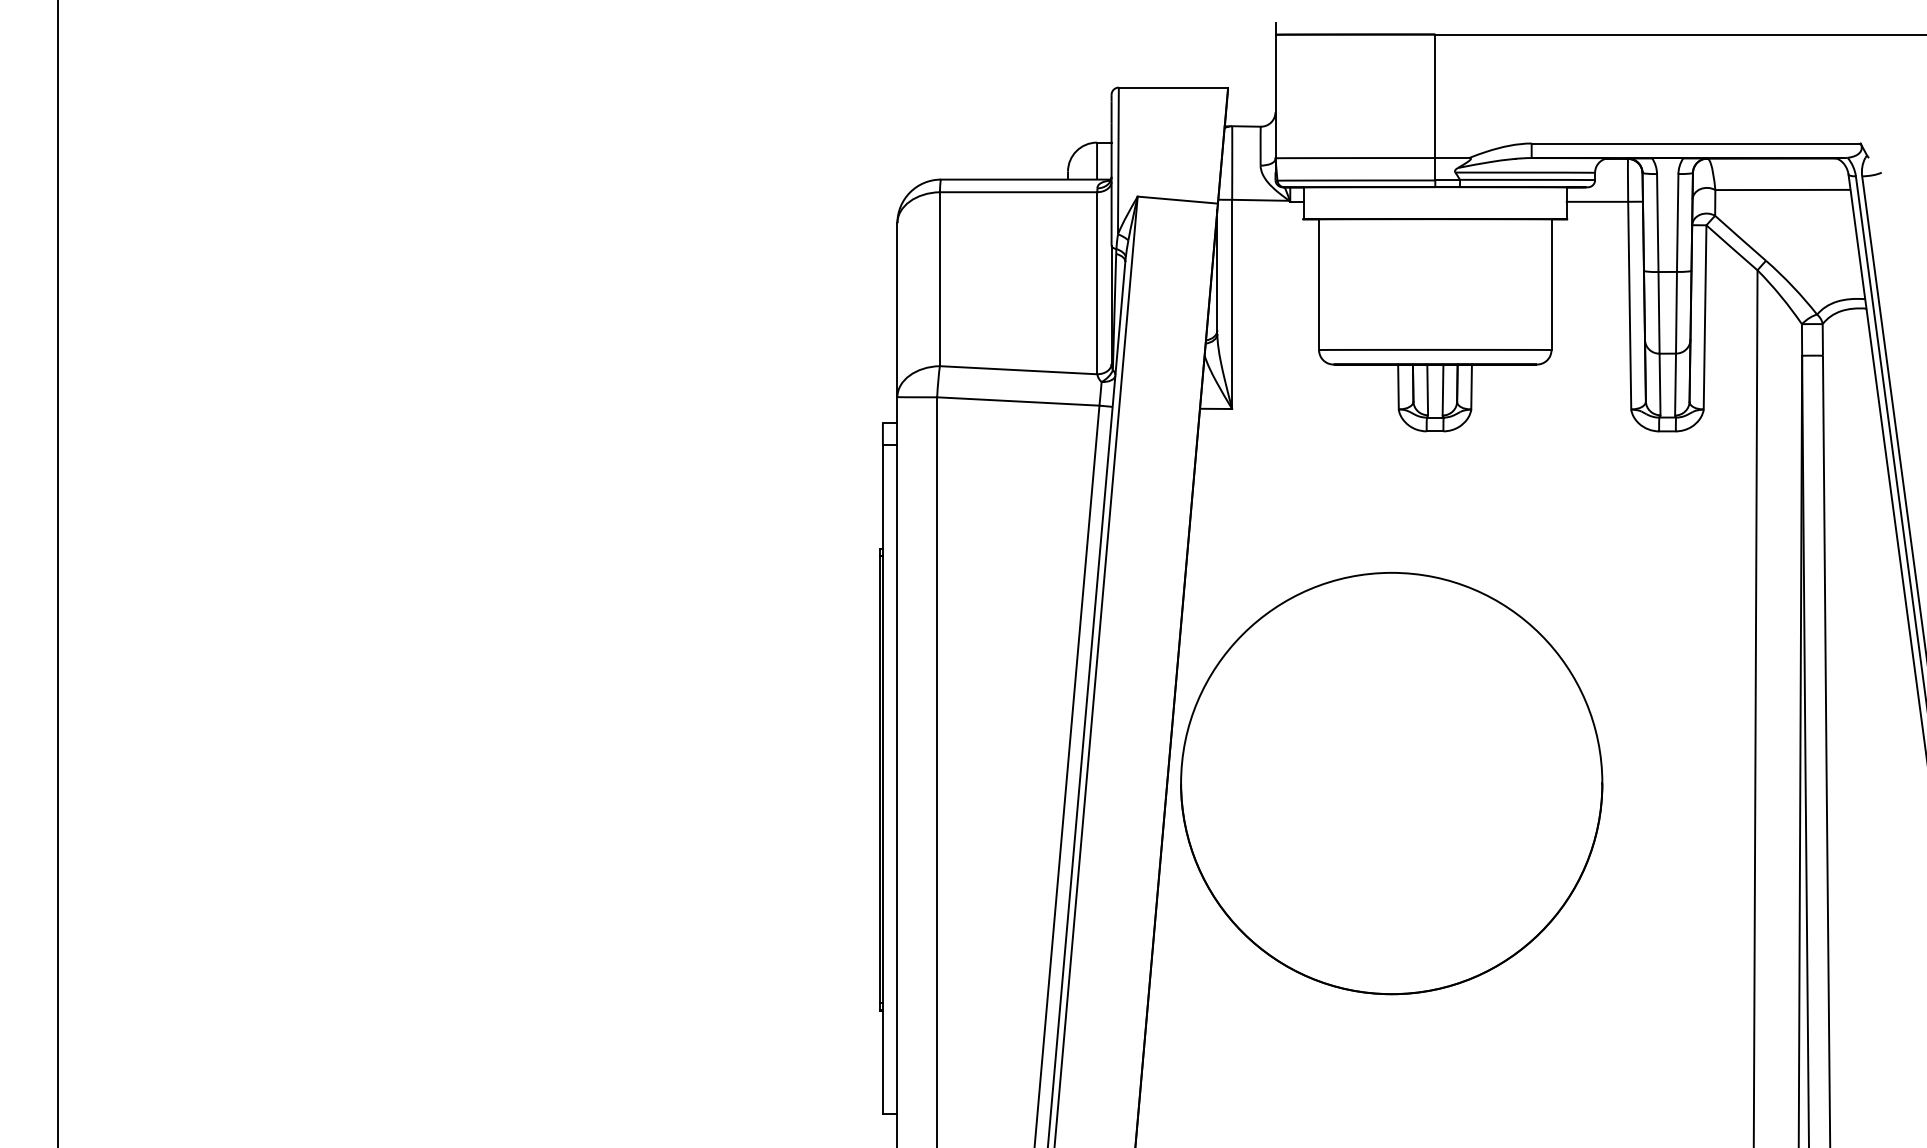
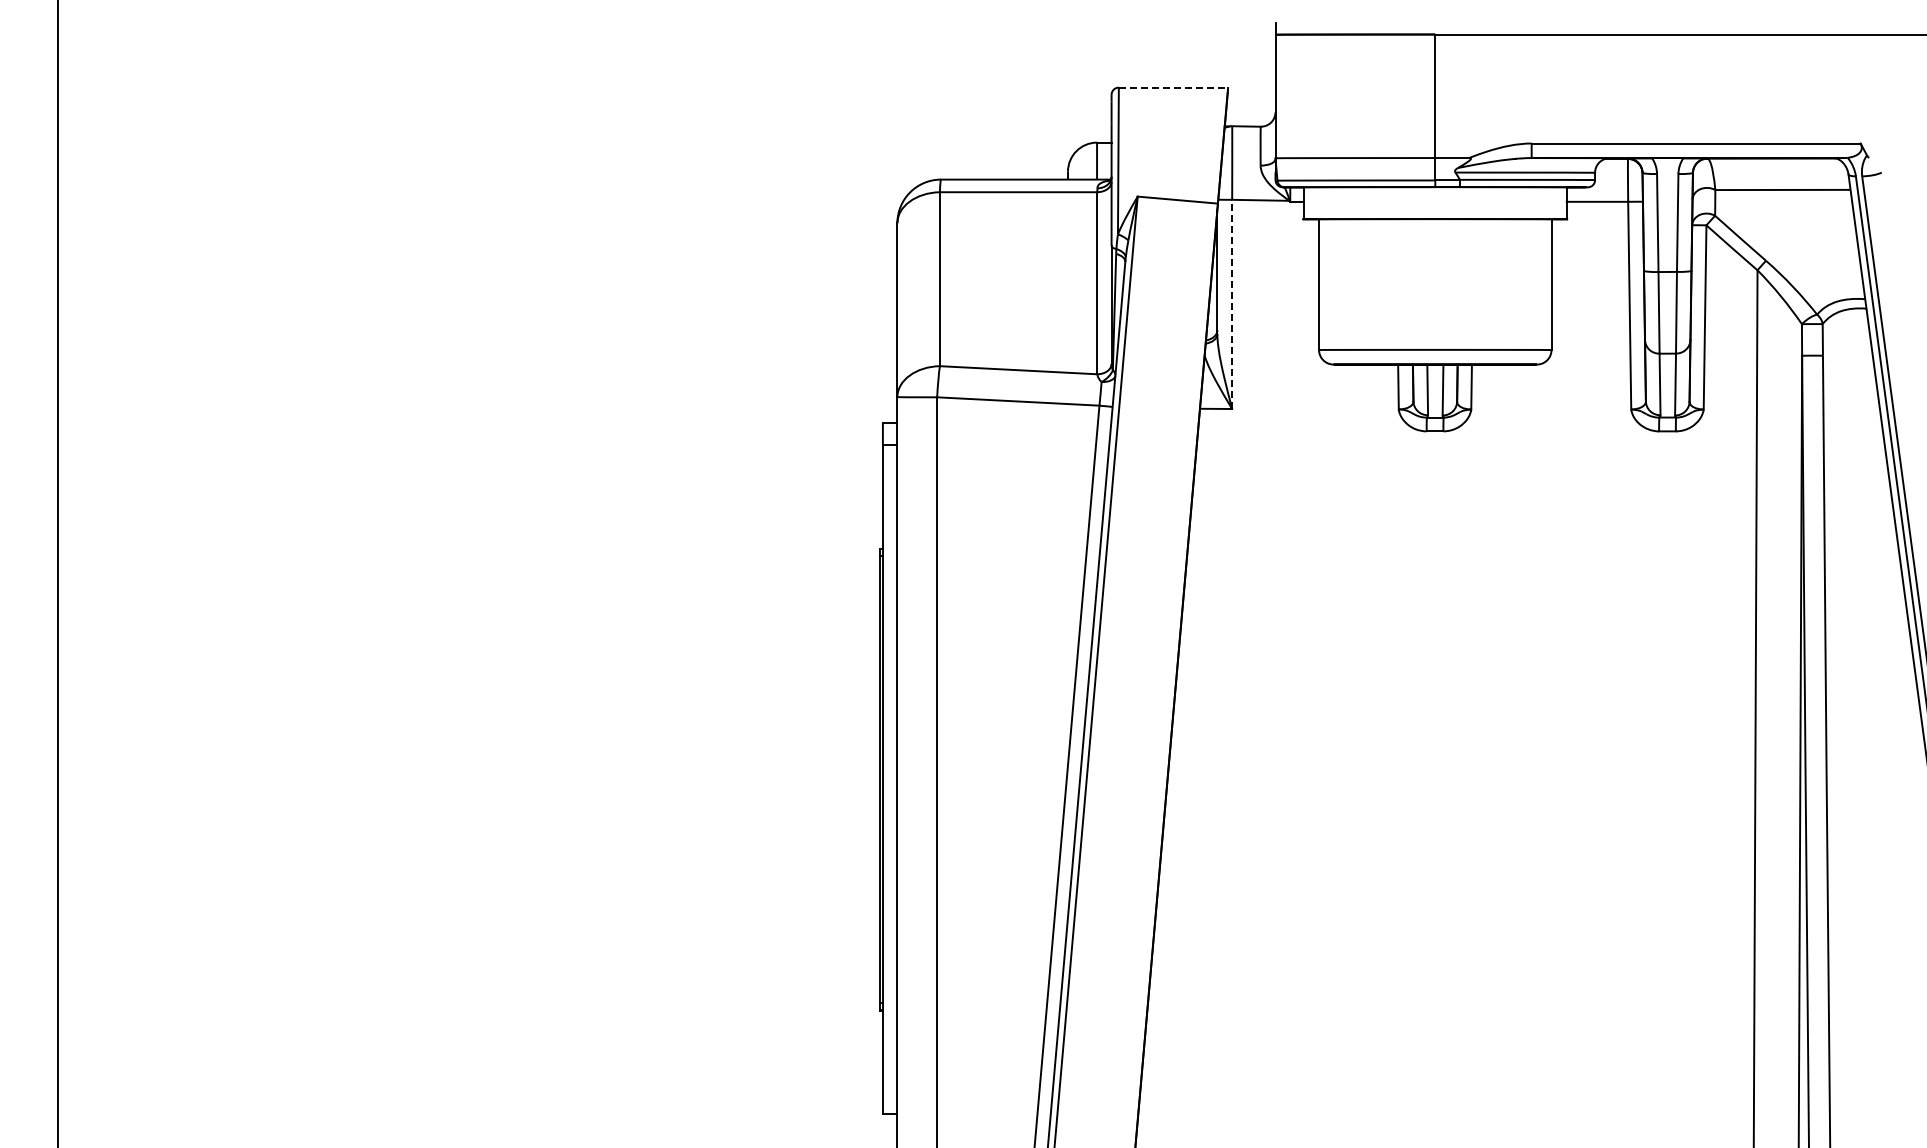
line at (1173, 87): solid -> dashed
line at (1232, 304): solid -> dashed
part at (1391, 783): present -> none
